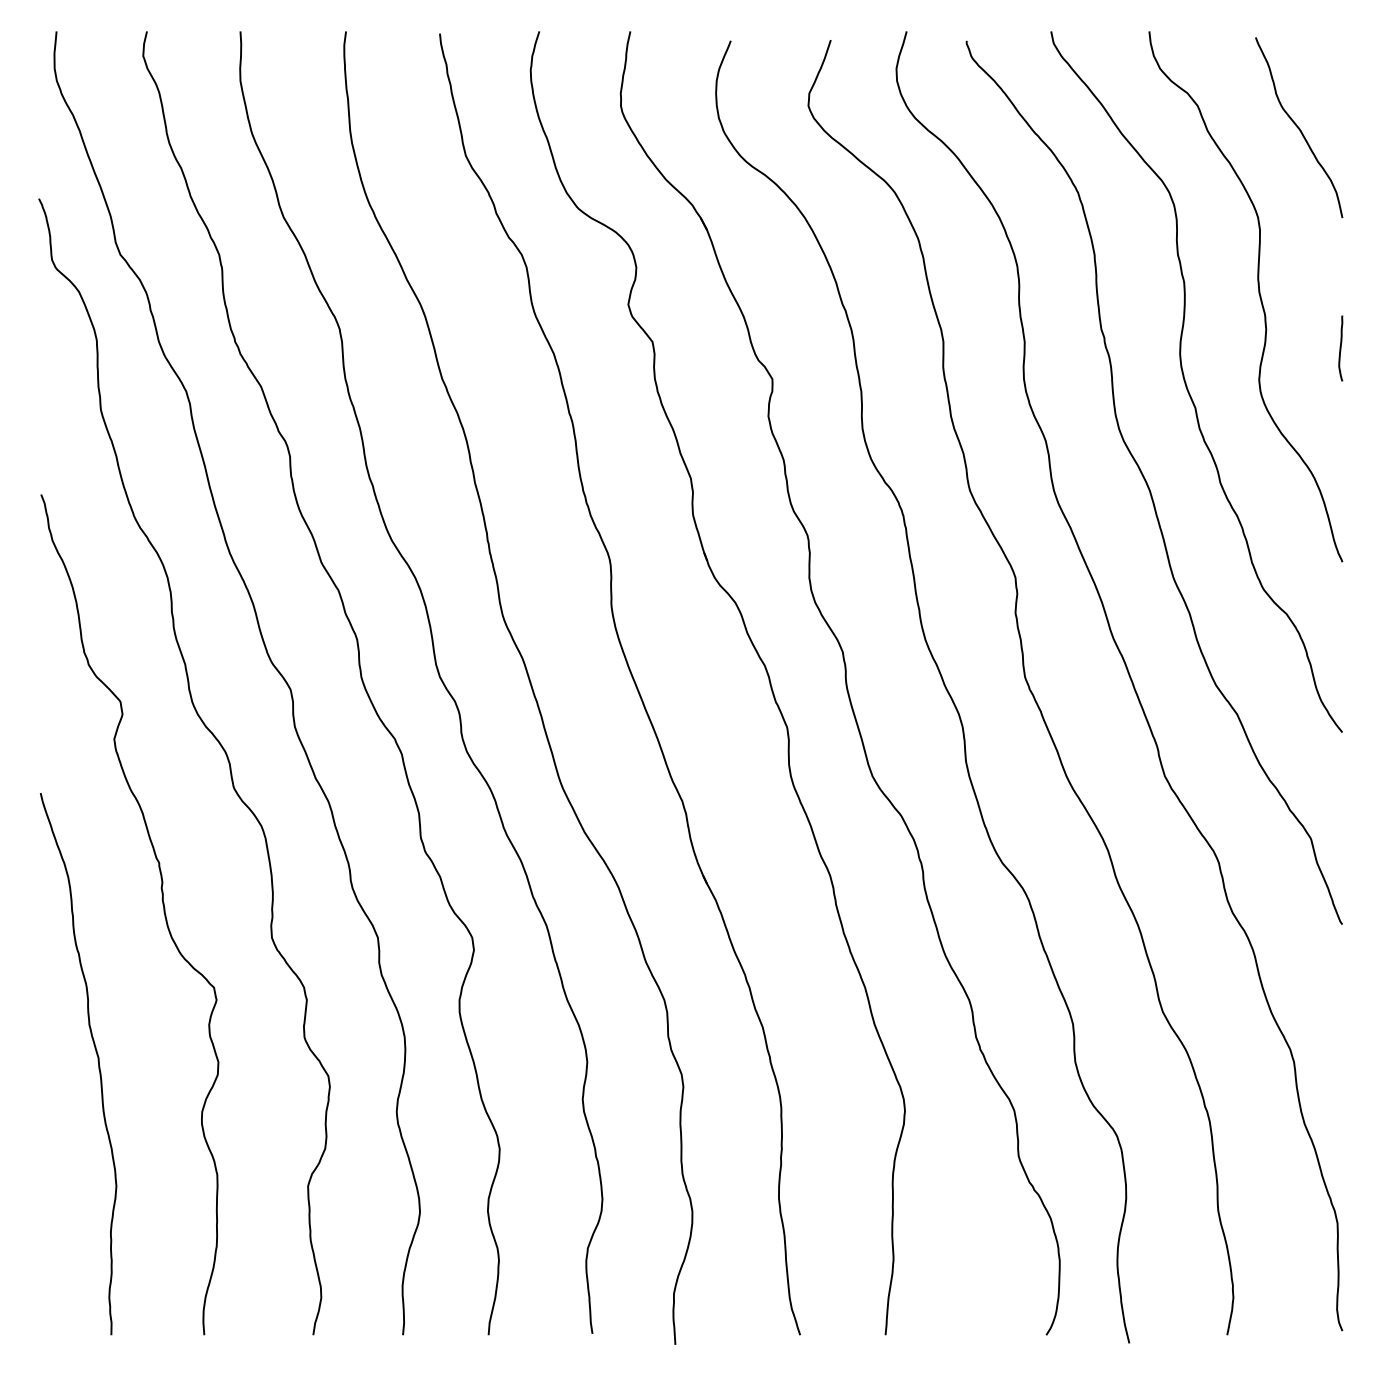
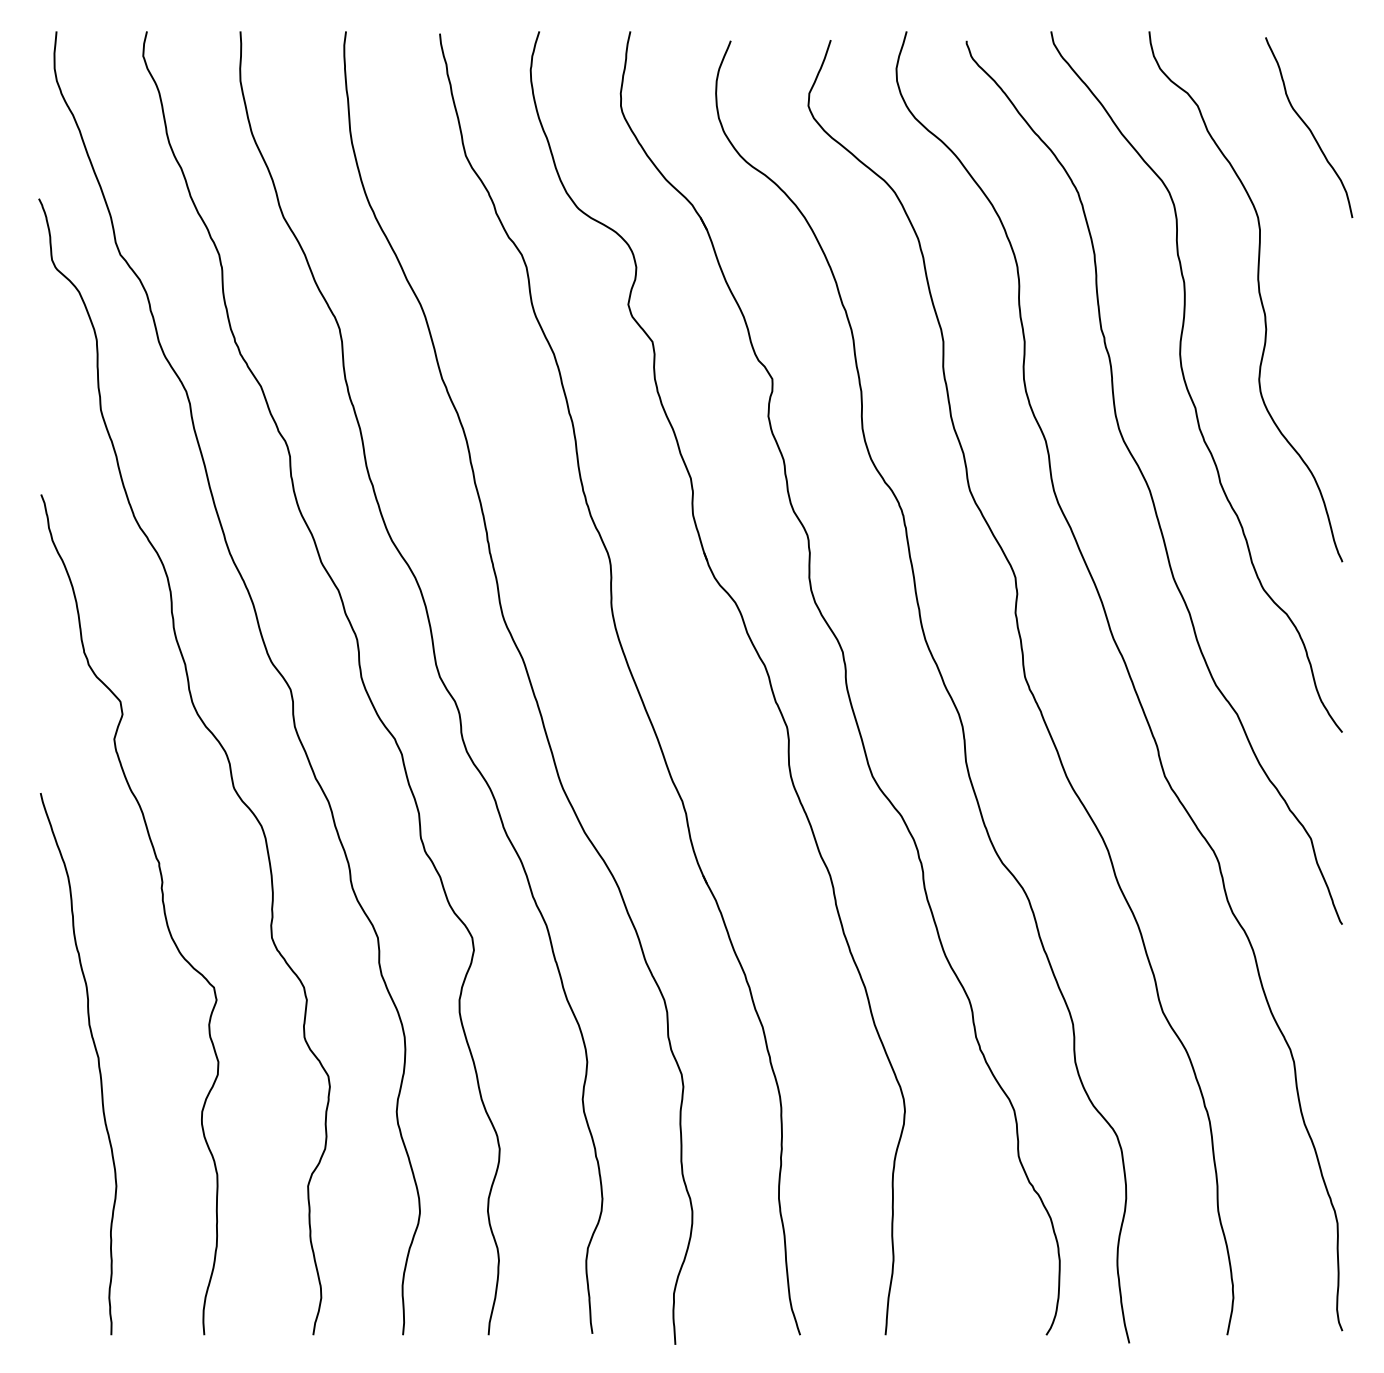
curve at (1299, 127) position: (1299, 127) -> (1309, 127)
curve at (1340, 348): present -> none
